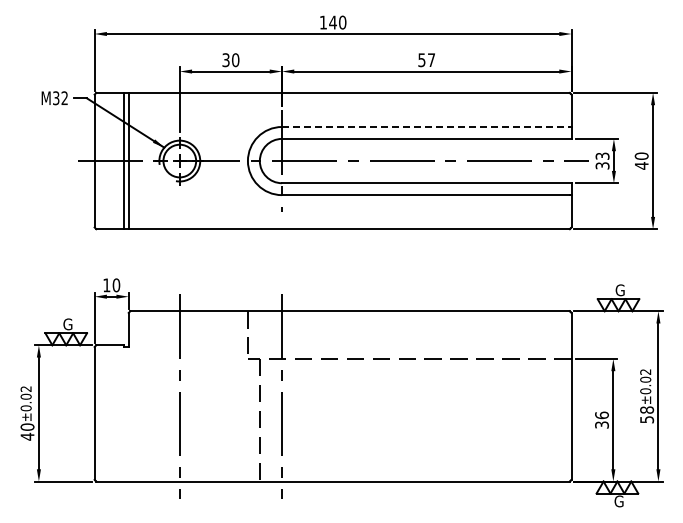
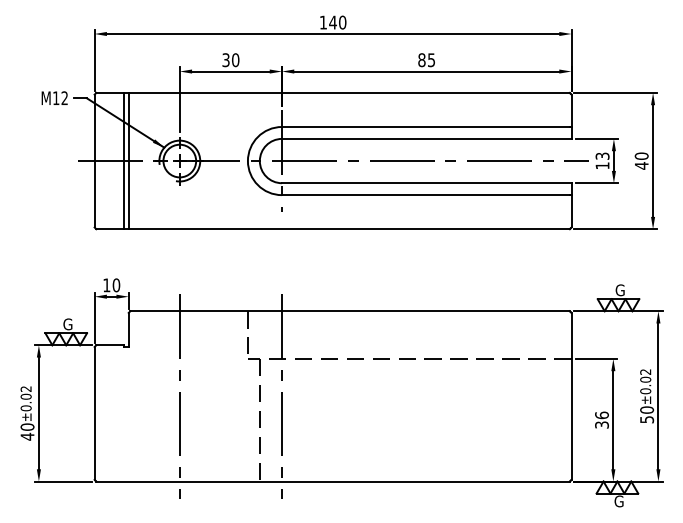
text at (426, 60): 57 -> 85
text at (56, 98): M32 -> M12
line at (425, 127): dashed -> solid
text at (602, 165): 33 -> 13
text at (646, 409): 58 -> 50
